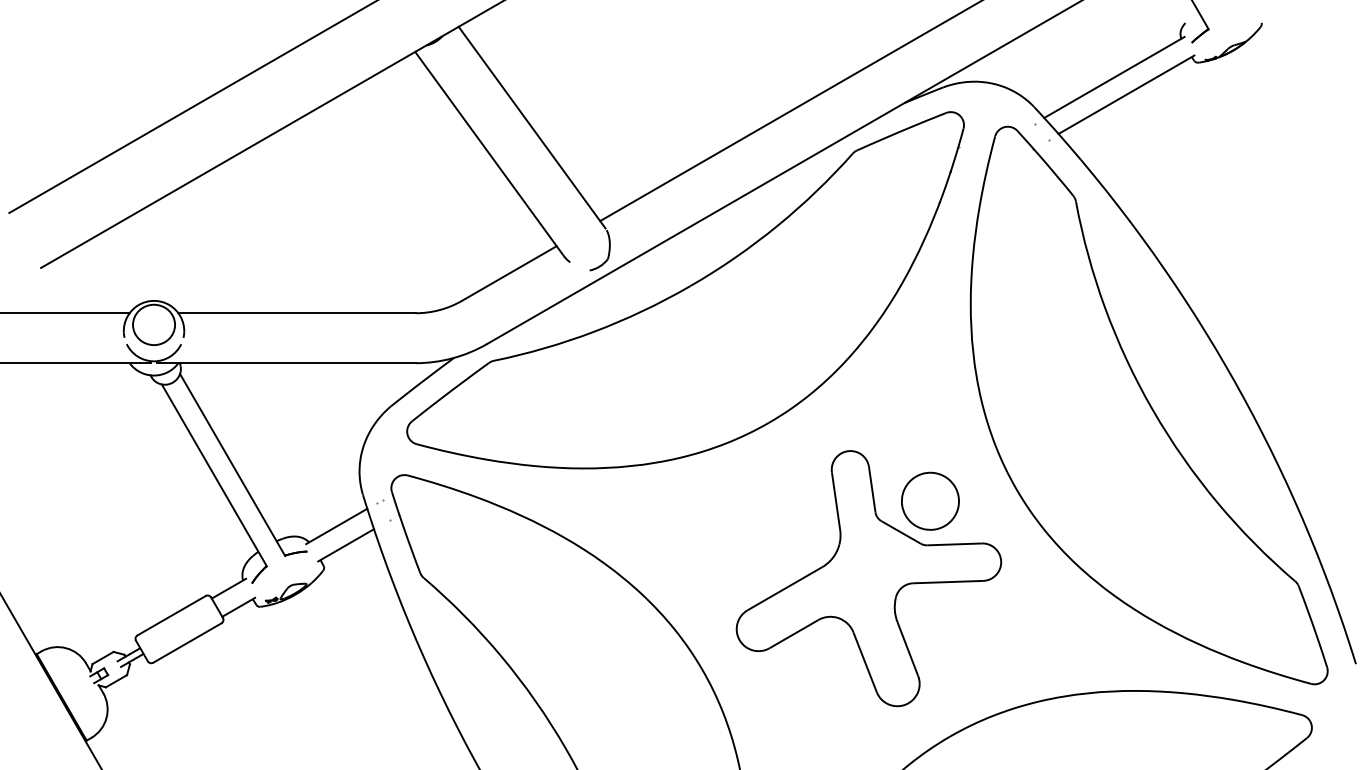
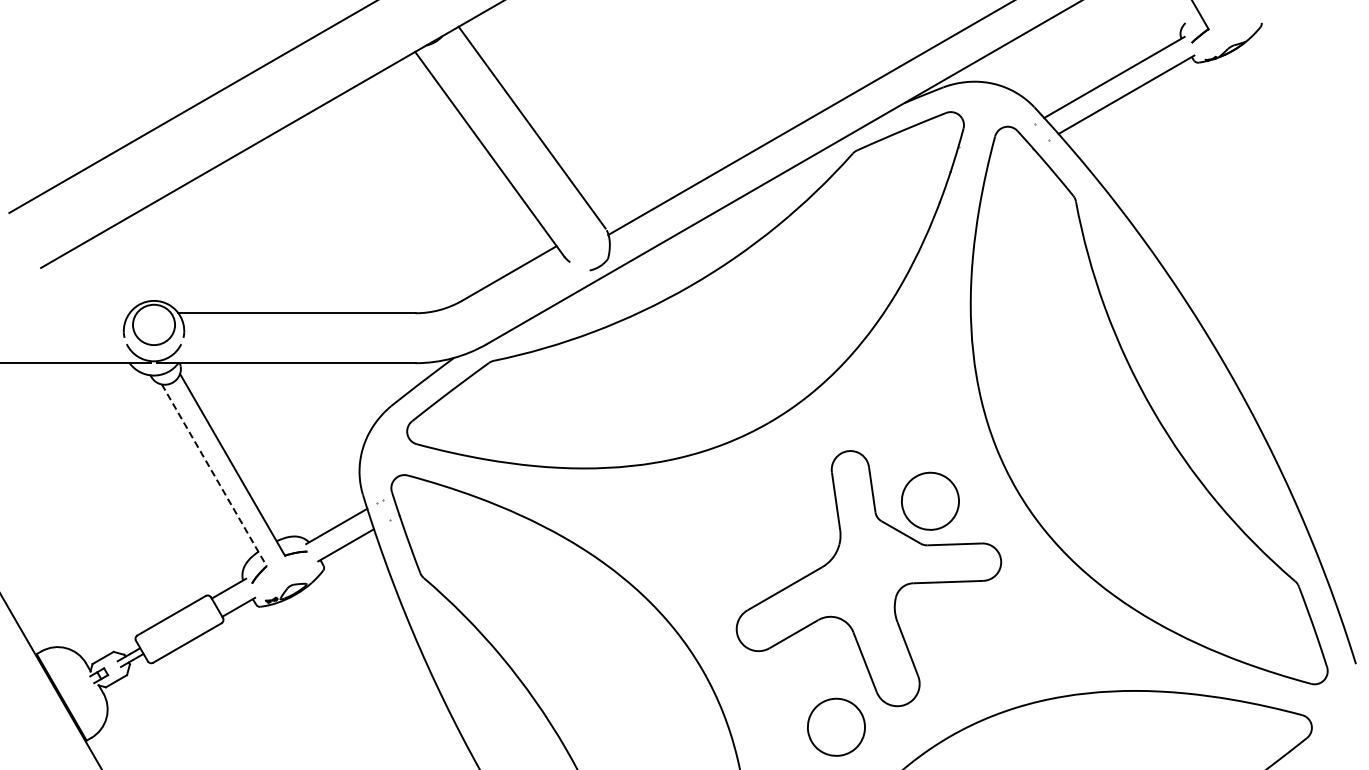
line at (789, 111) position: (789, 111) -> (809, 118)
line at (65, 313): present -> none
line at (214, 475): solid -> dashed
part at (836, 726): none -> present
